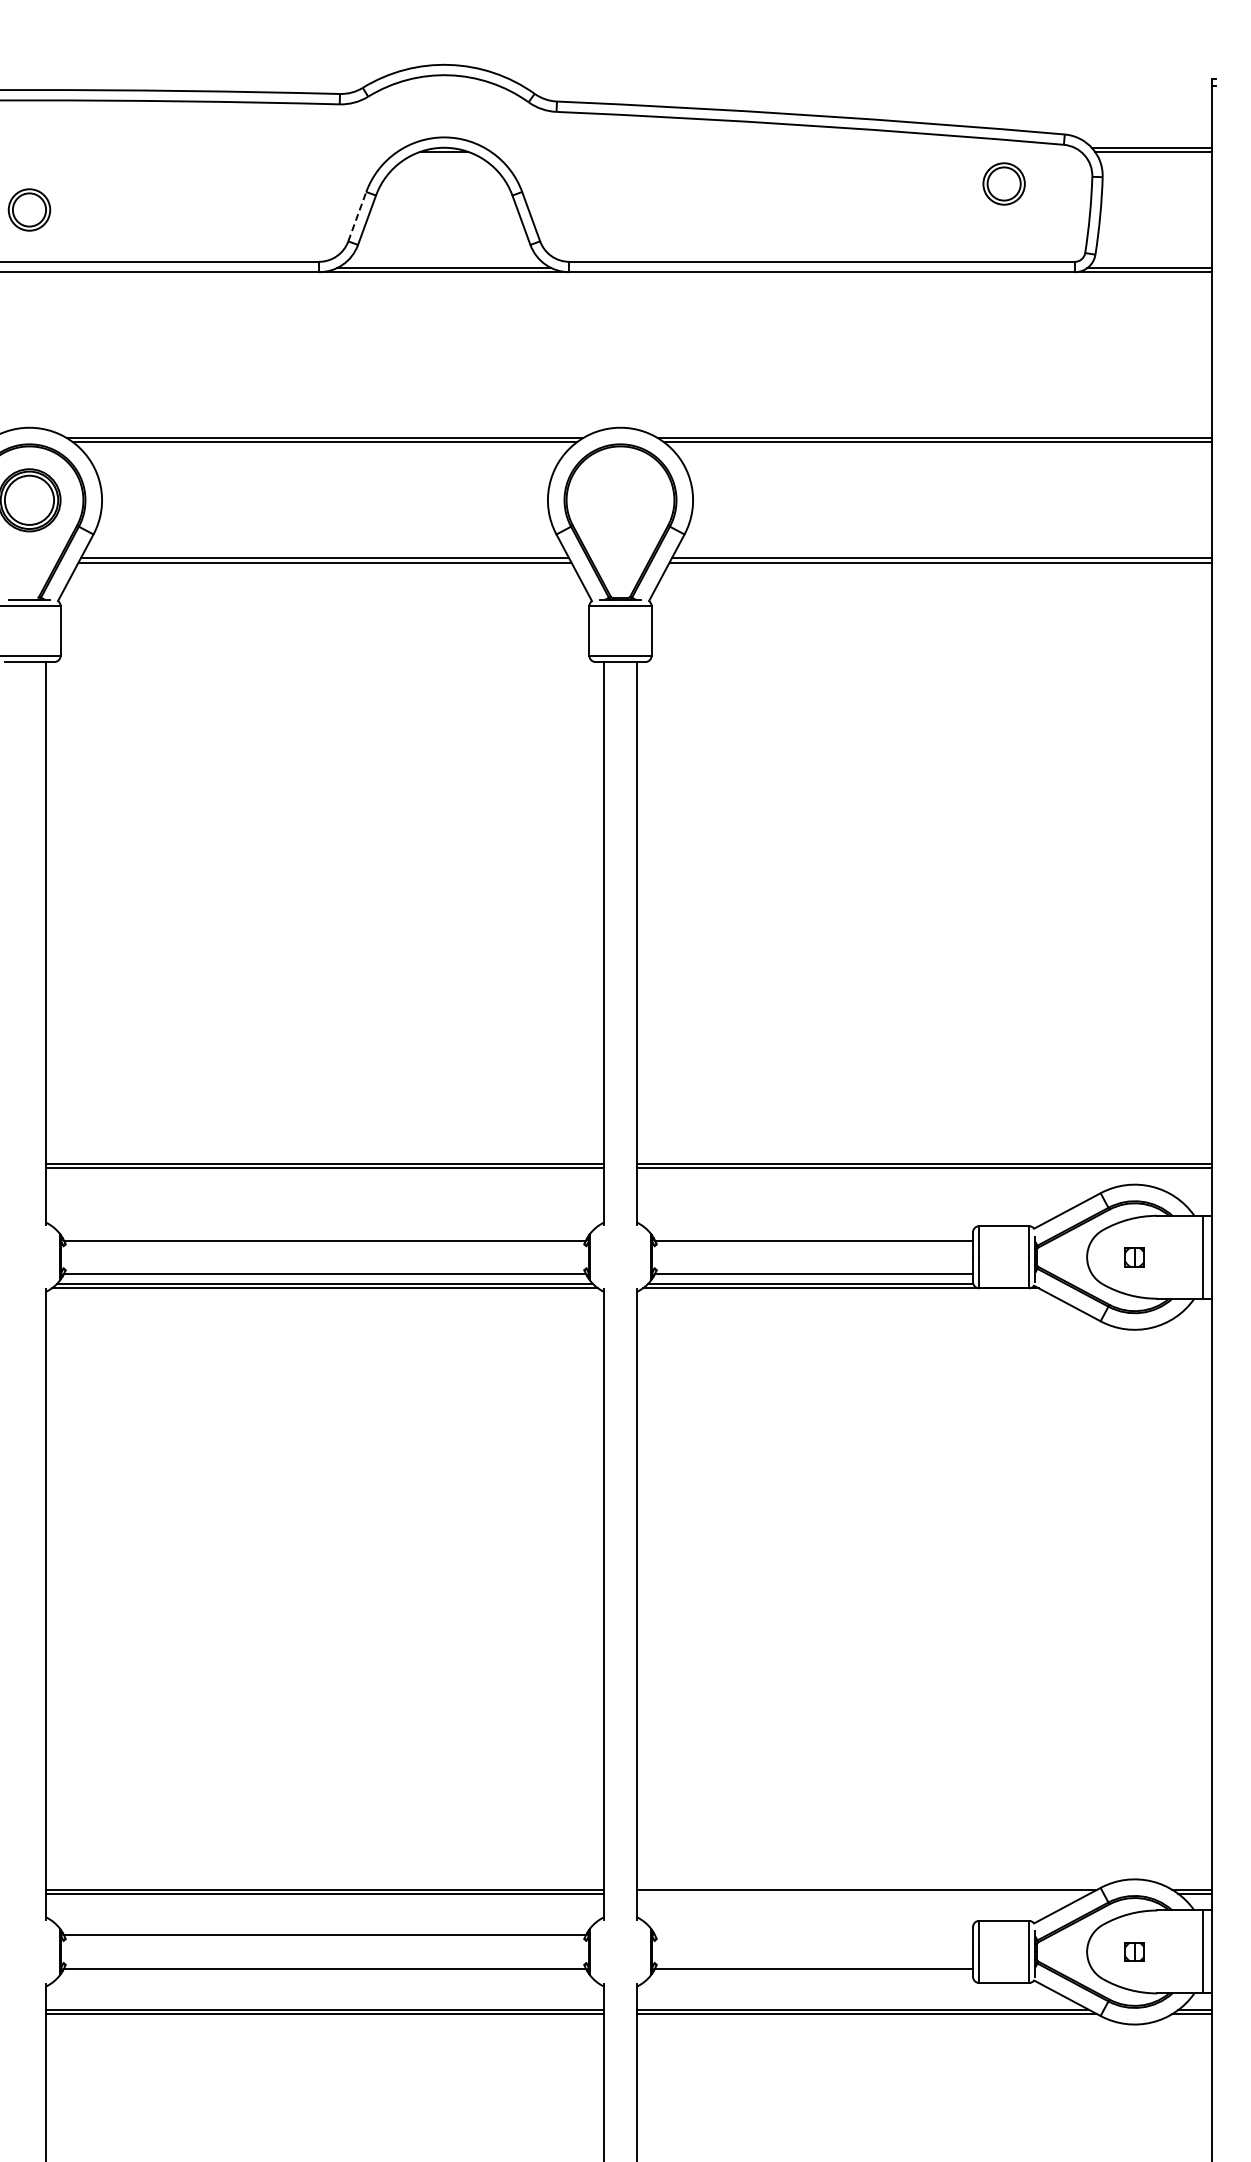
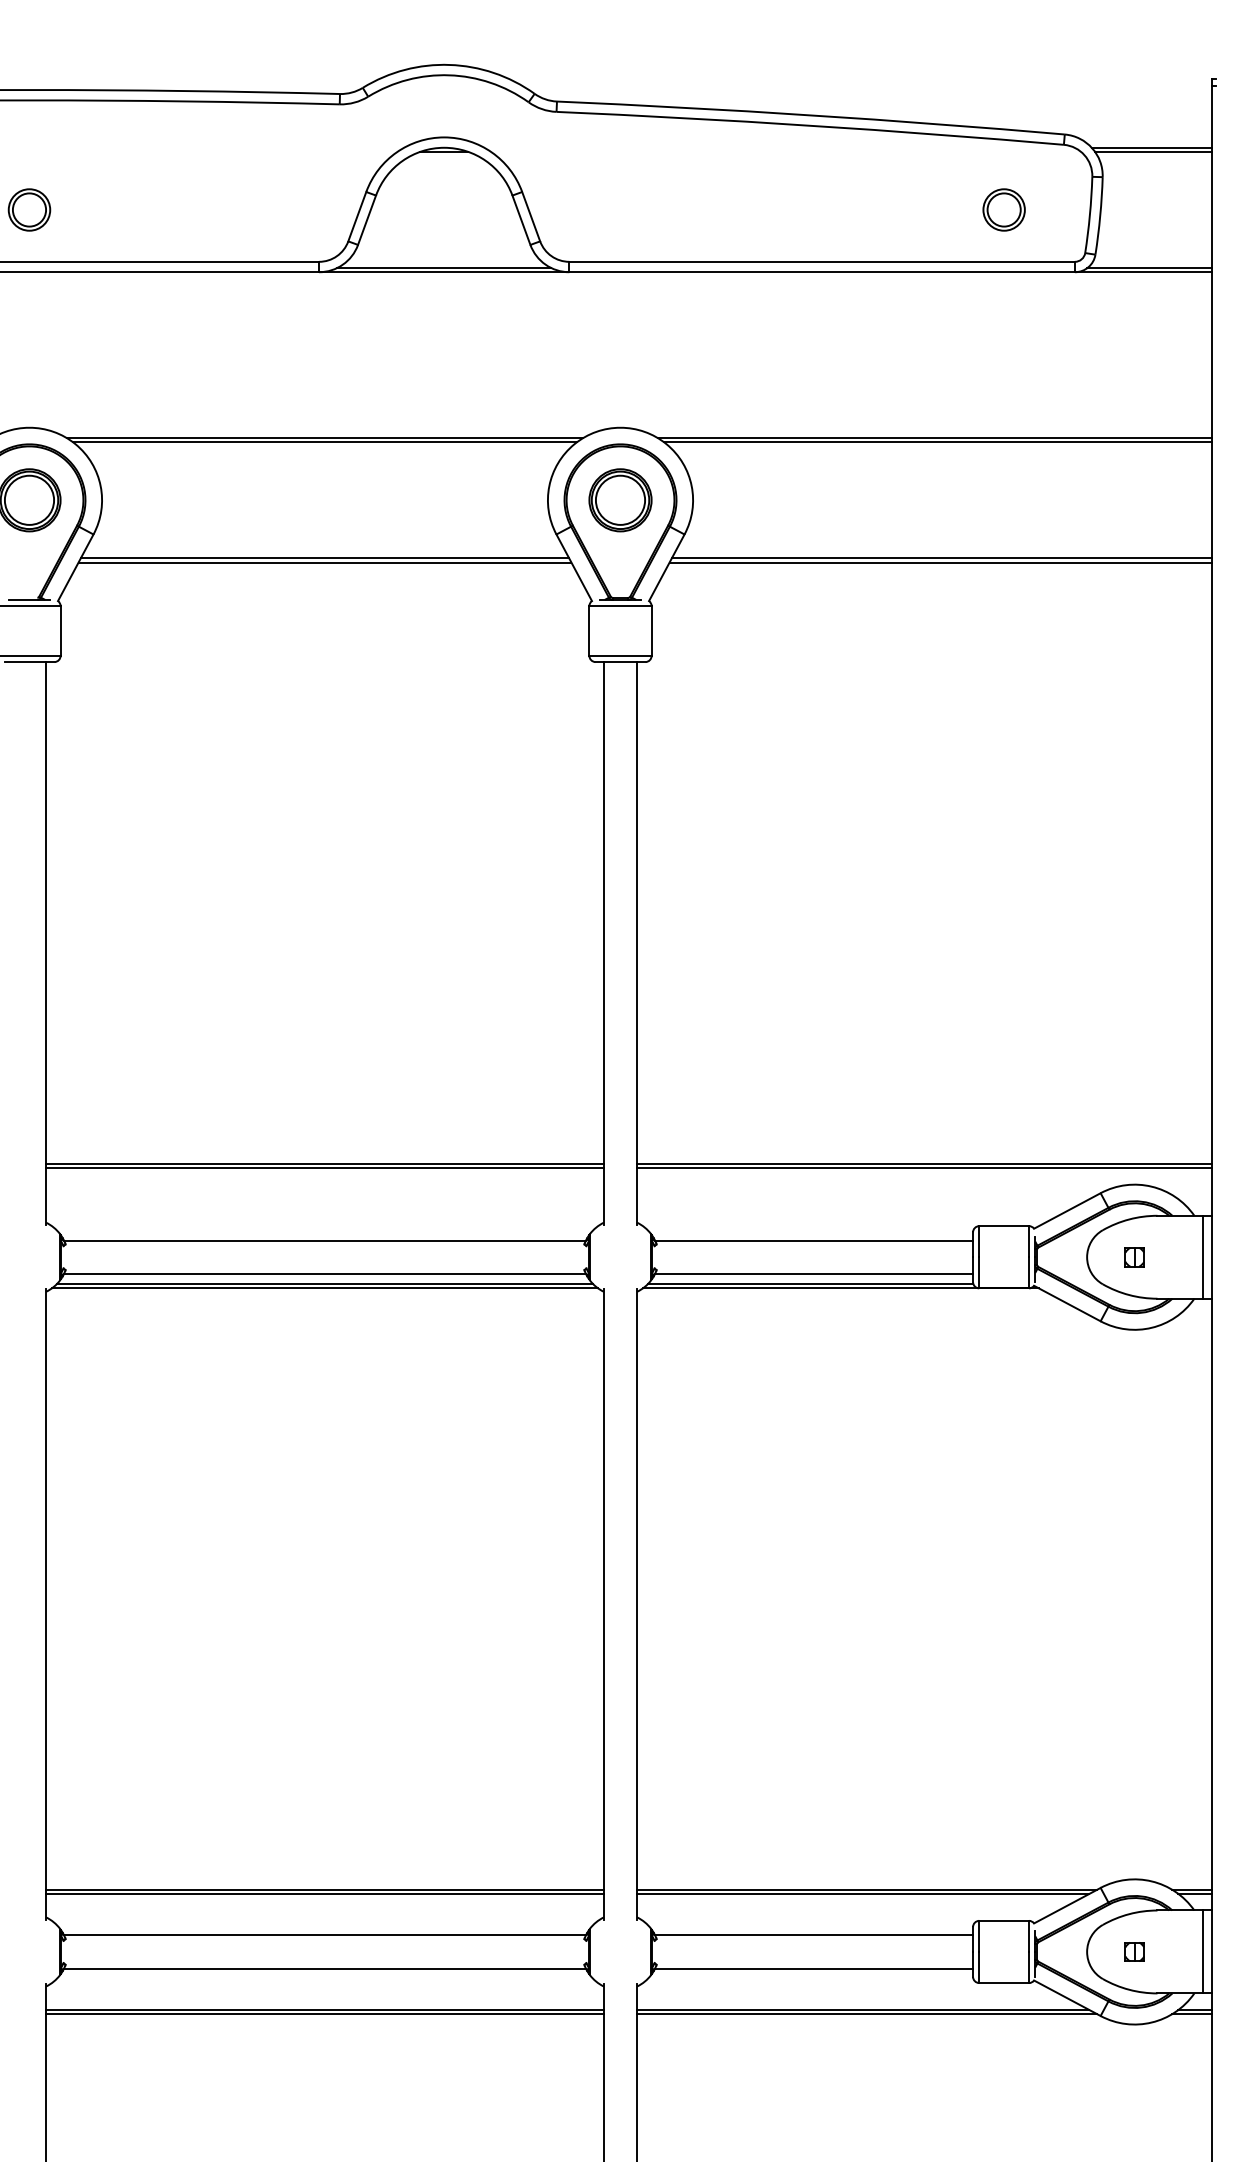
part at (1003, 183) position: (1003, 183) -> (1003, 209)
line at (357, 216): dashed -> solid
part at (620, 500): none -> present
line at (863, 1893): none -> present
line at (814, 1935): none -> present
